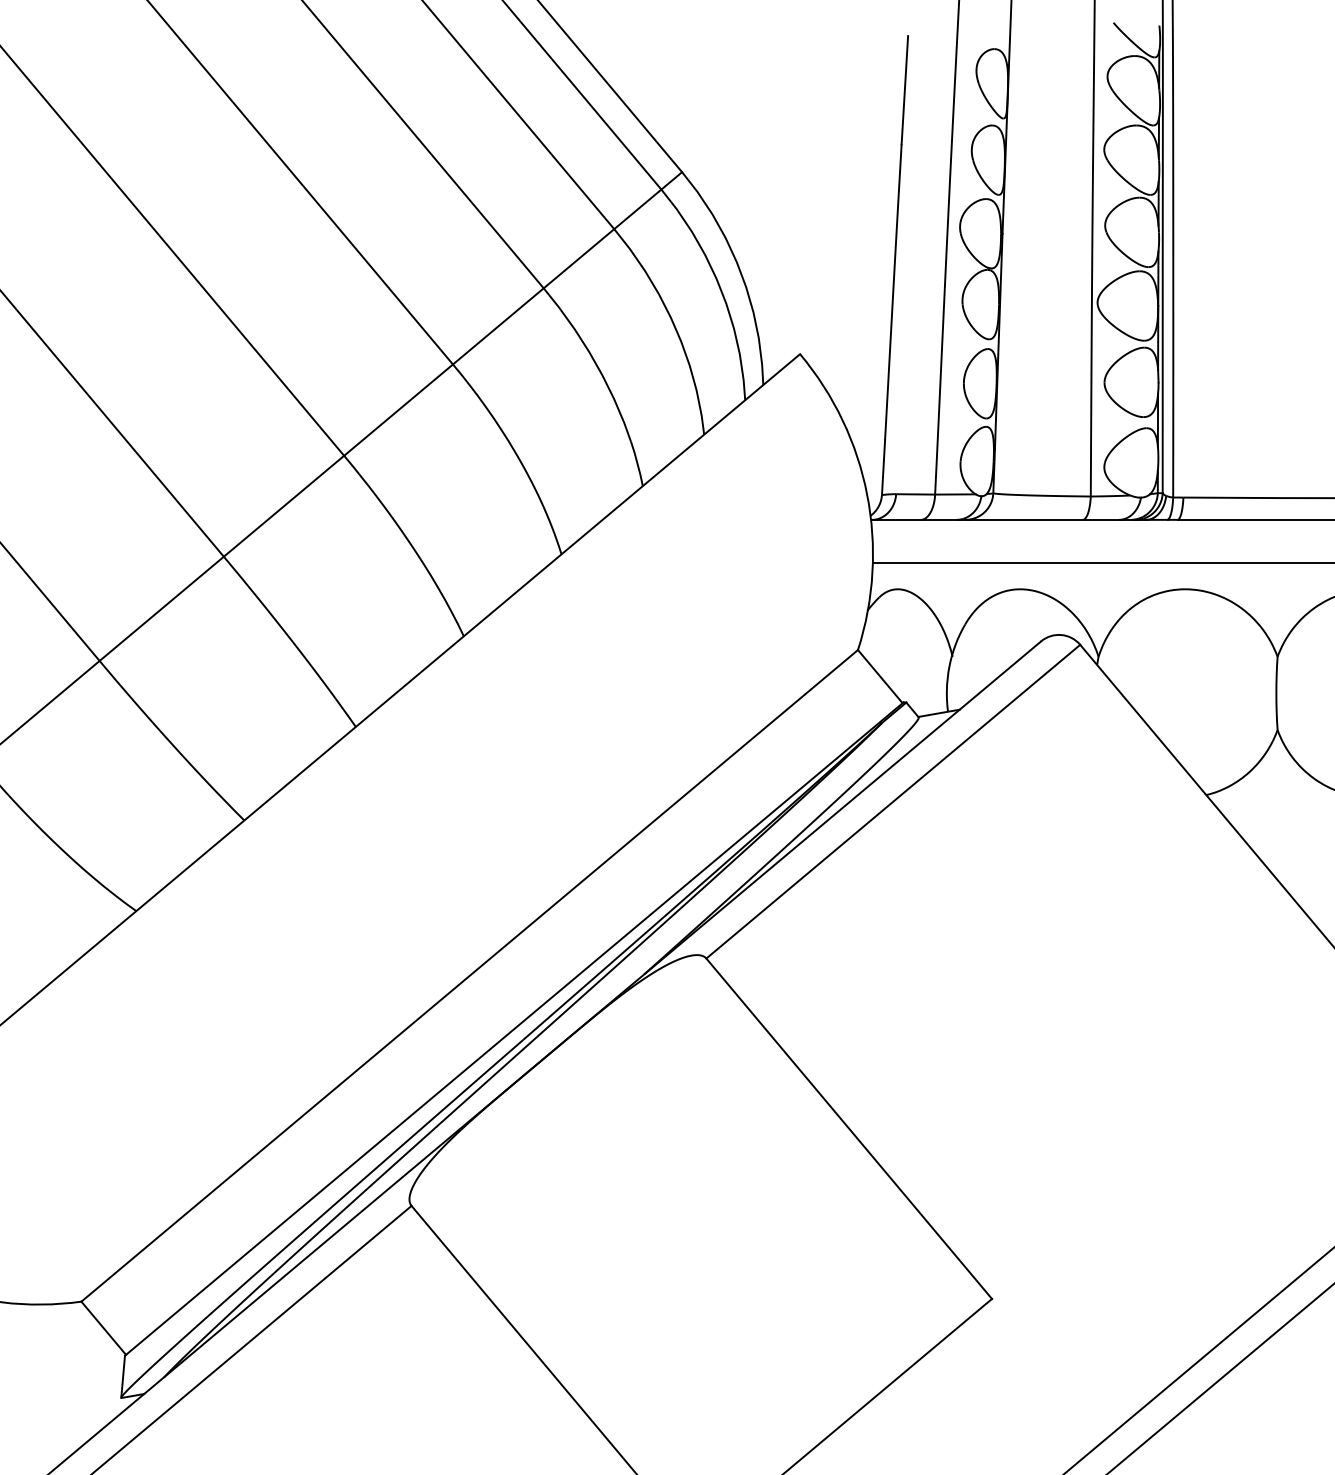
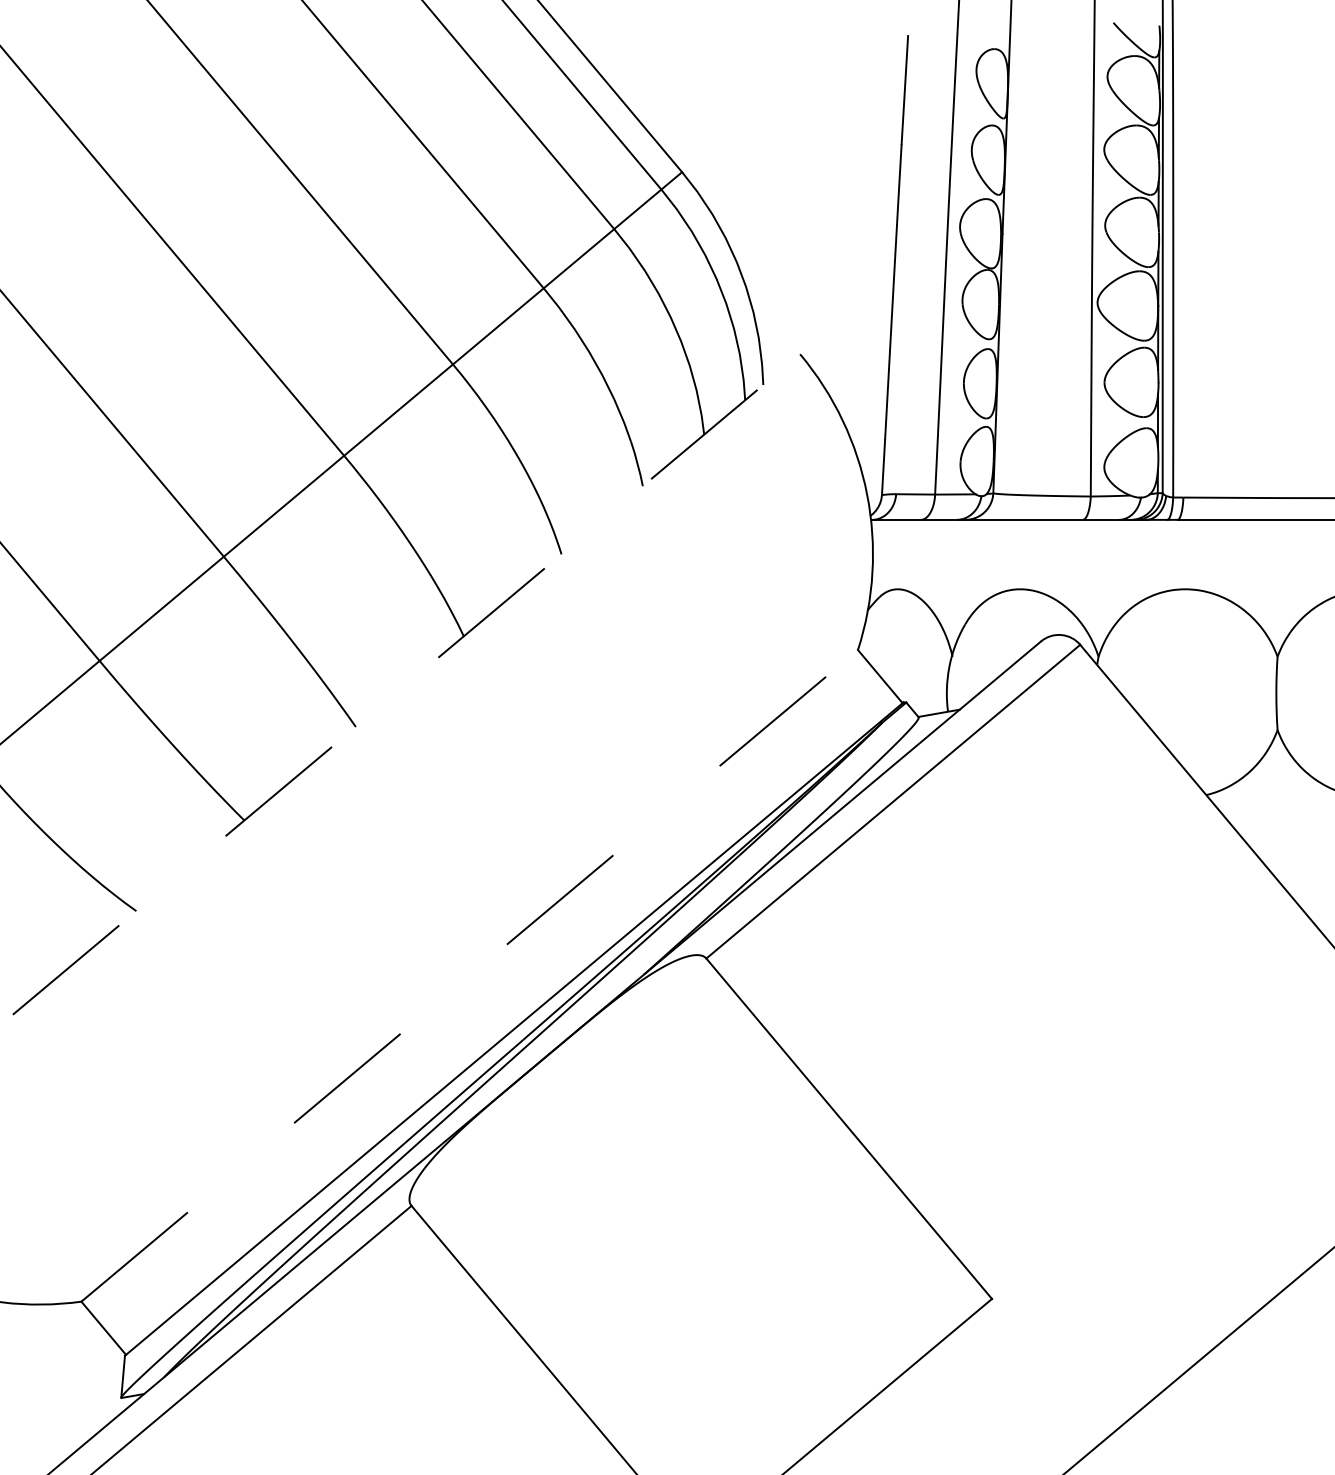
line at (1101, 563): present -> none
line at (400, 689): solid -> dashed
line at (469, 975): solid -> dashed
line at (1220, 1378): present -> none
